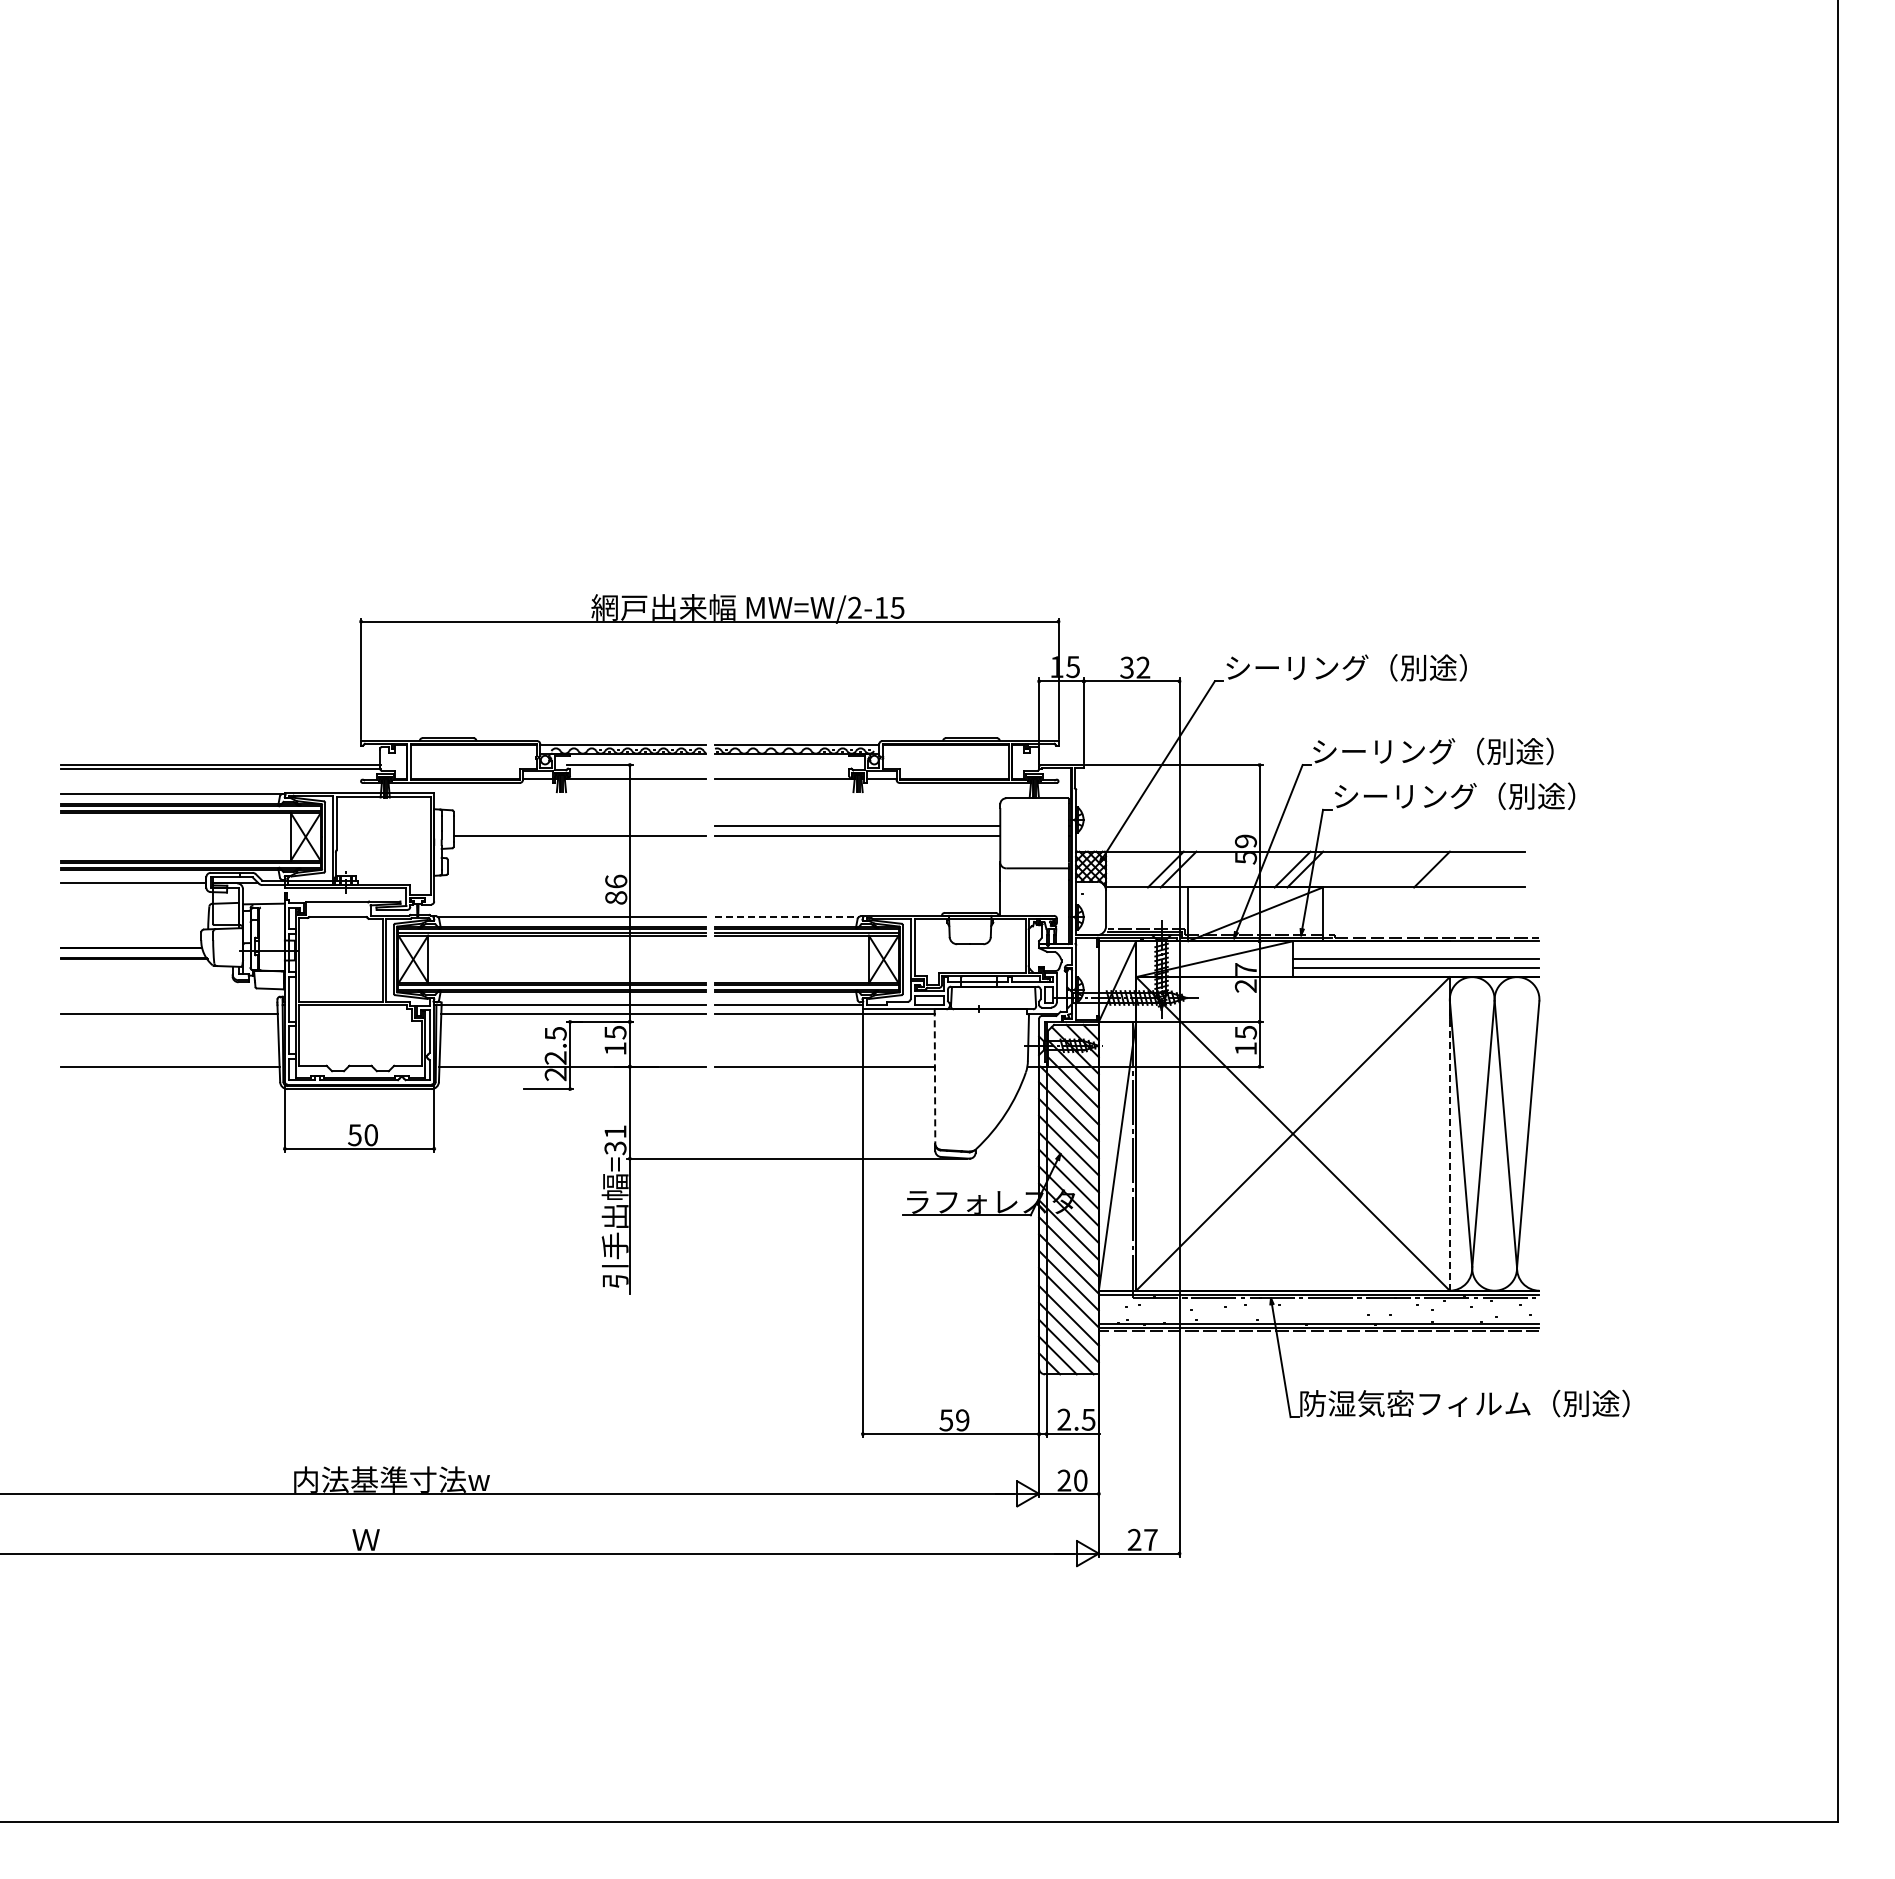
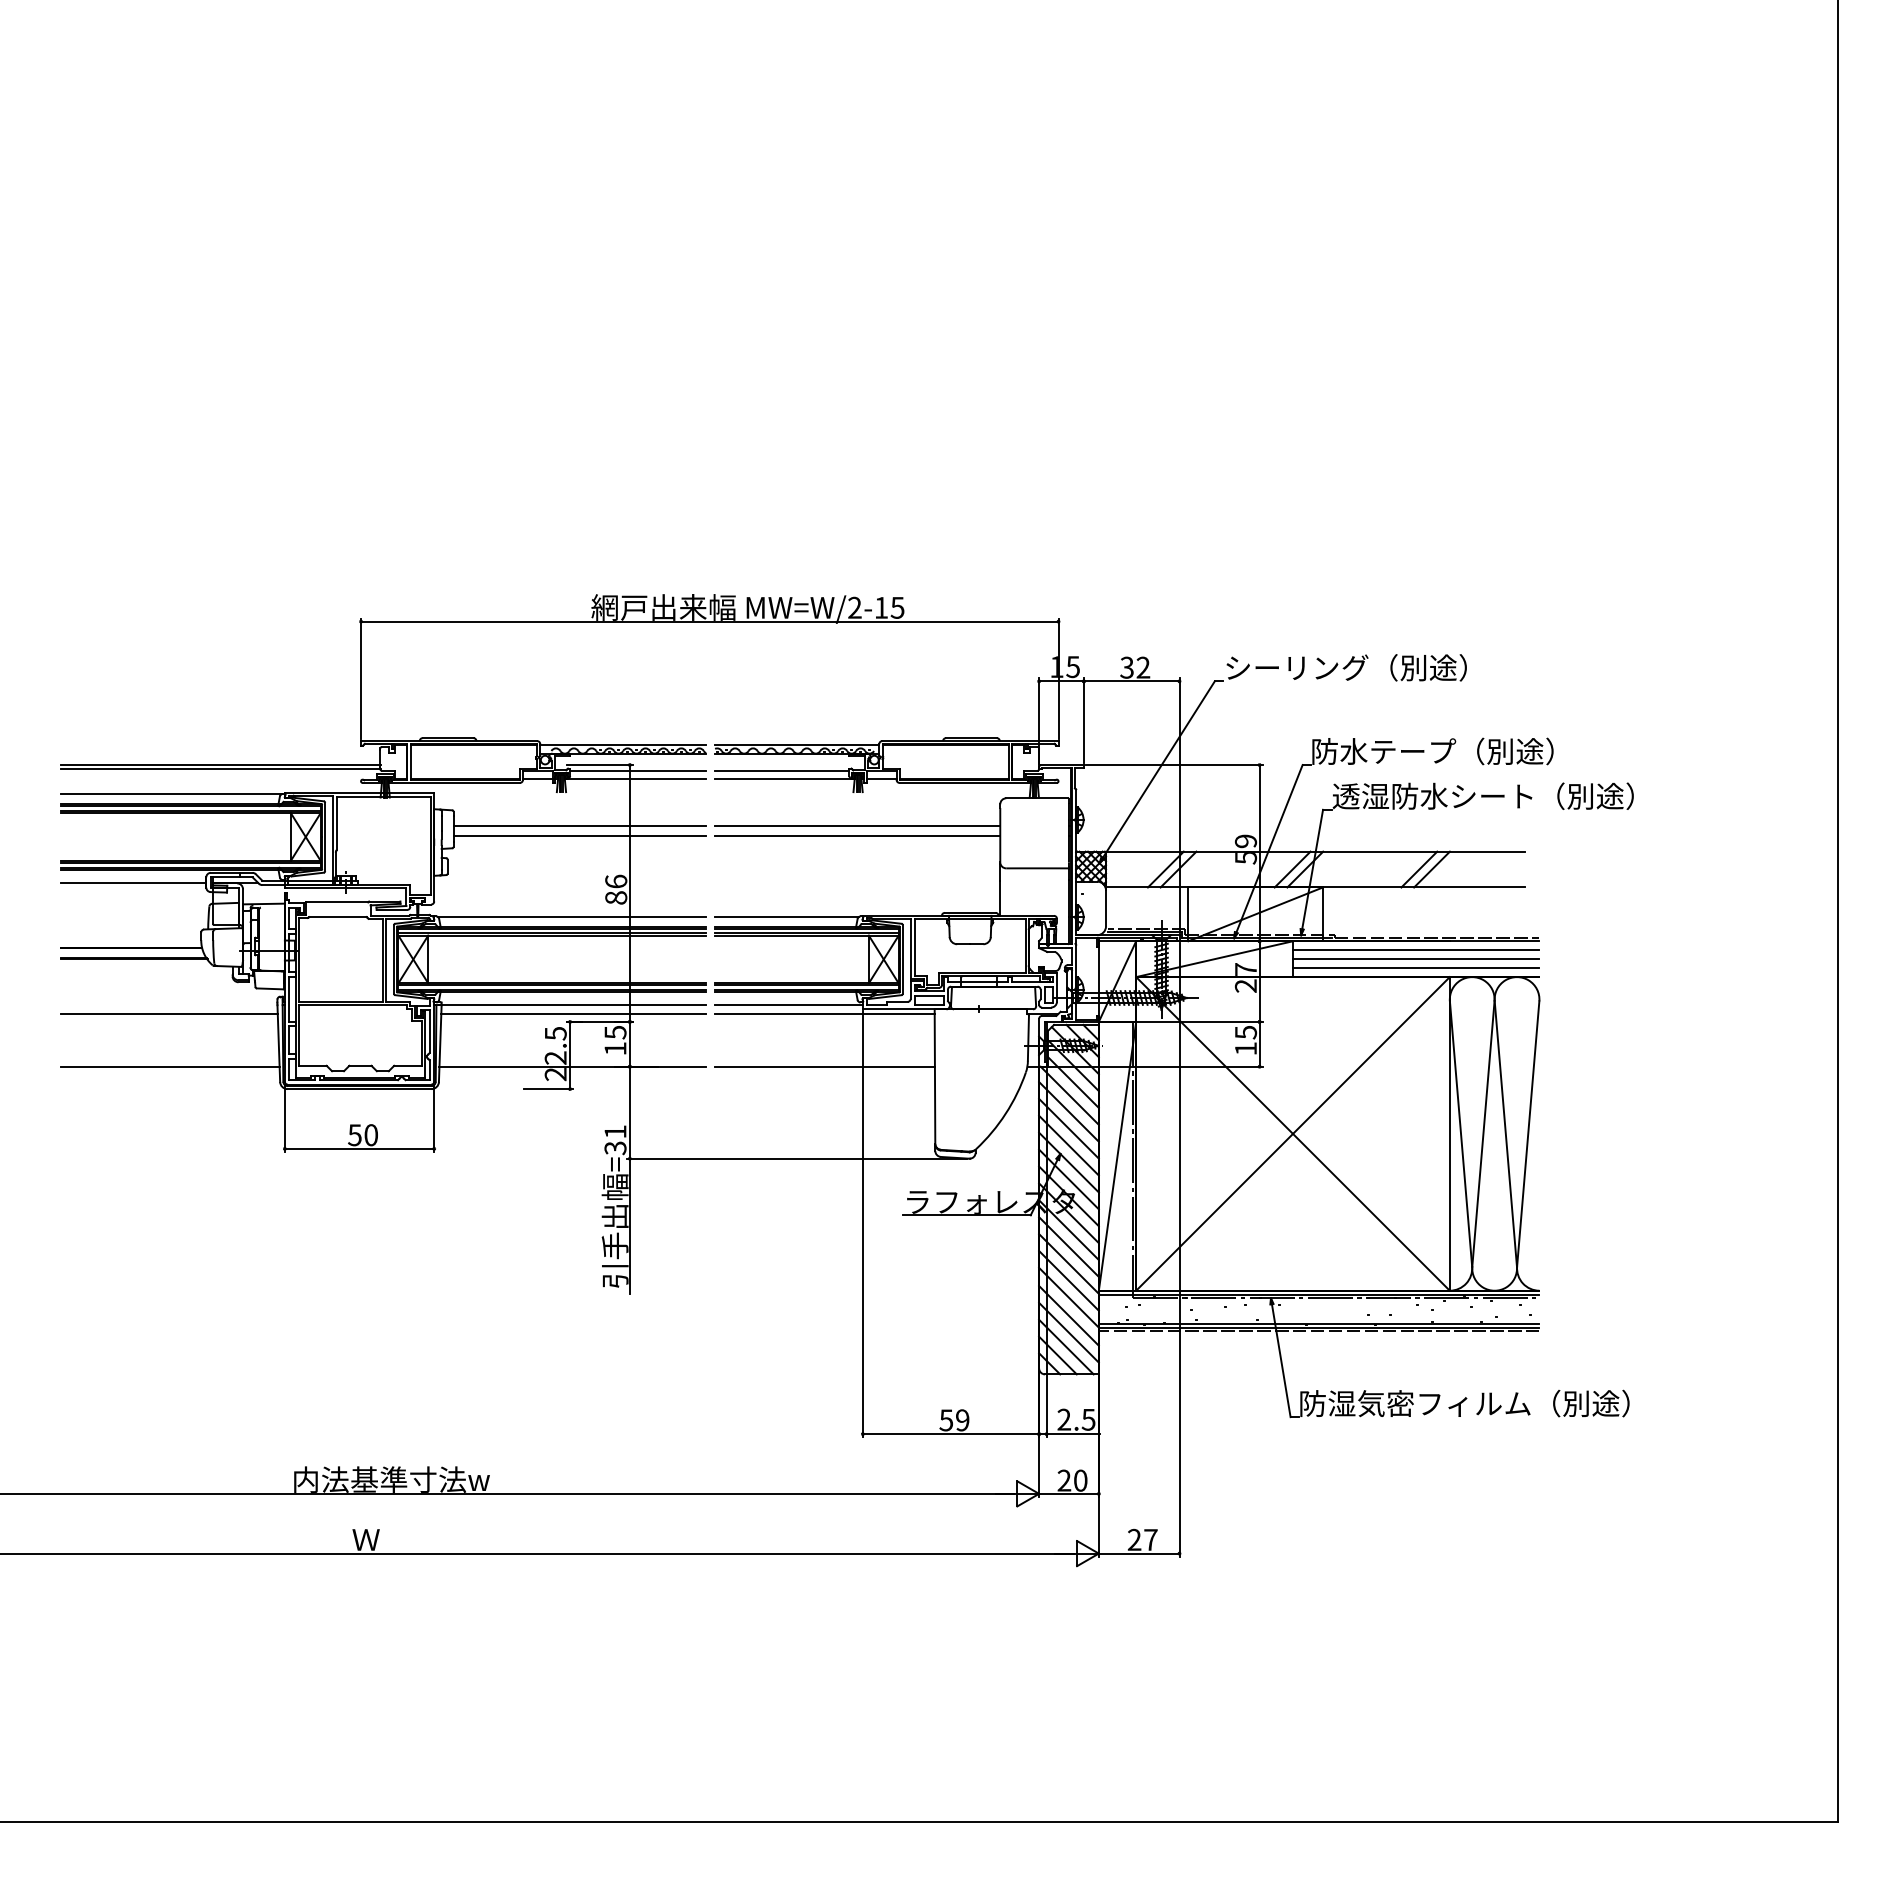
text at (1384, 751): シーリング（別途） -> 防水テープ（別途）
line at (638, 771): none -> present
line at (782, 771): none -> present
text at (1482, 795): シーリング（別途） -> 透湿防水シート（別途）
line at (579, 825): none -> present
line at (1419, 869): none -> present
line at (787, 916): dashed -> solid
line at (1416, 950): none -> present
line at (934, 1077): dashed -> solid
line at (1449, 1145): dashed -> solid
